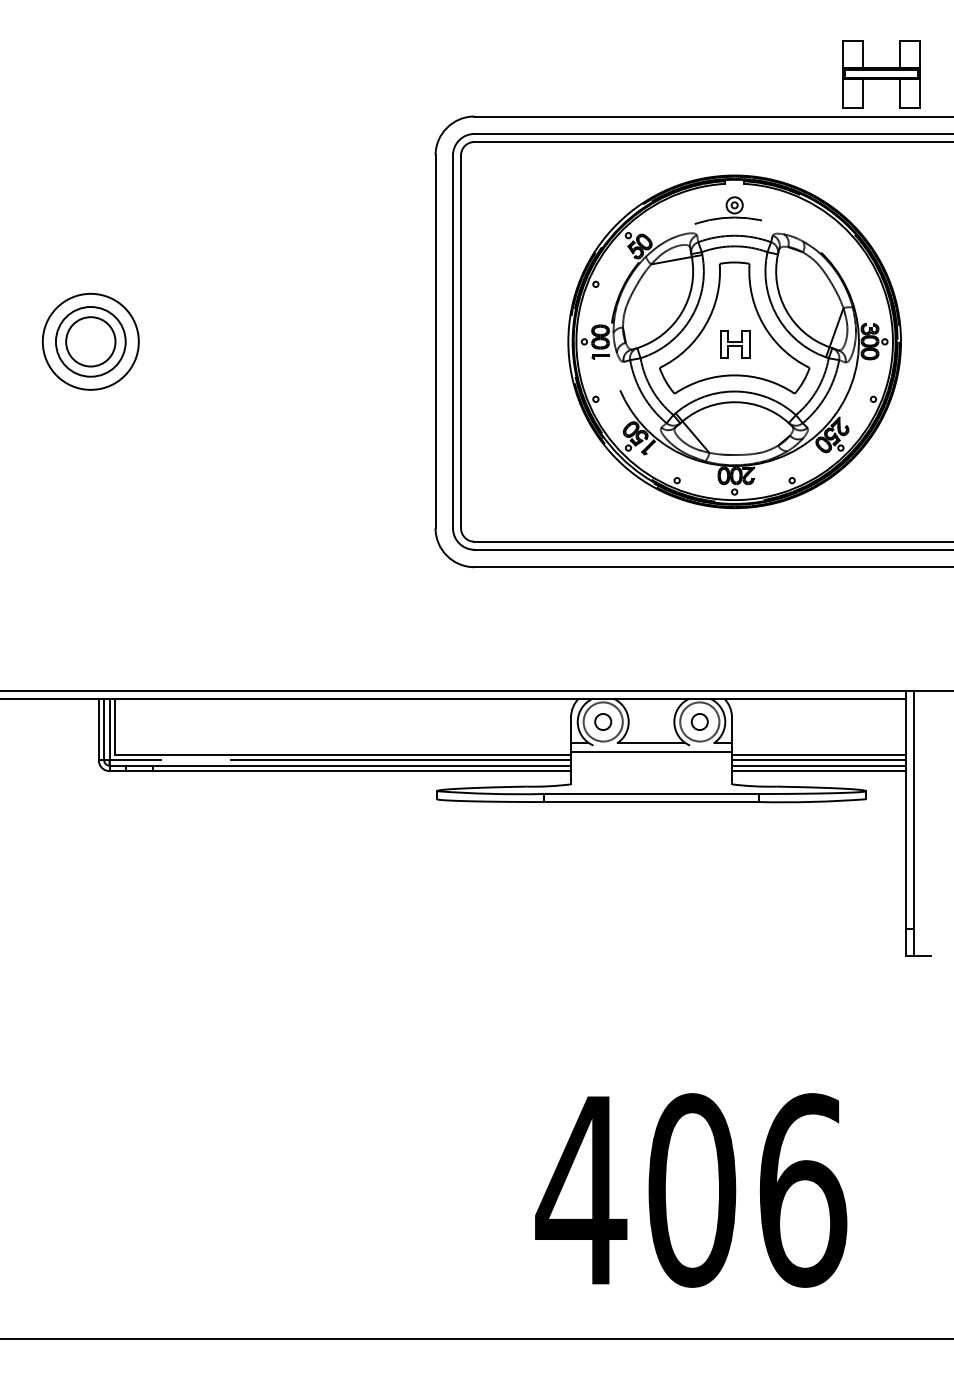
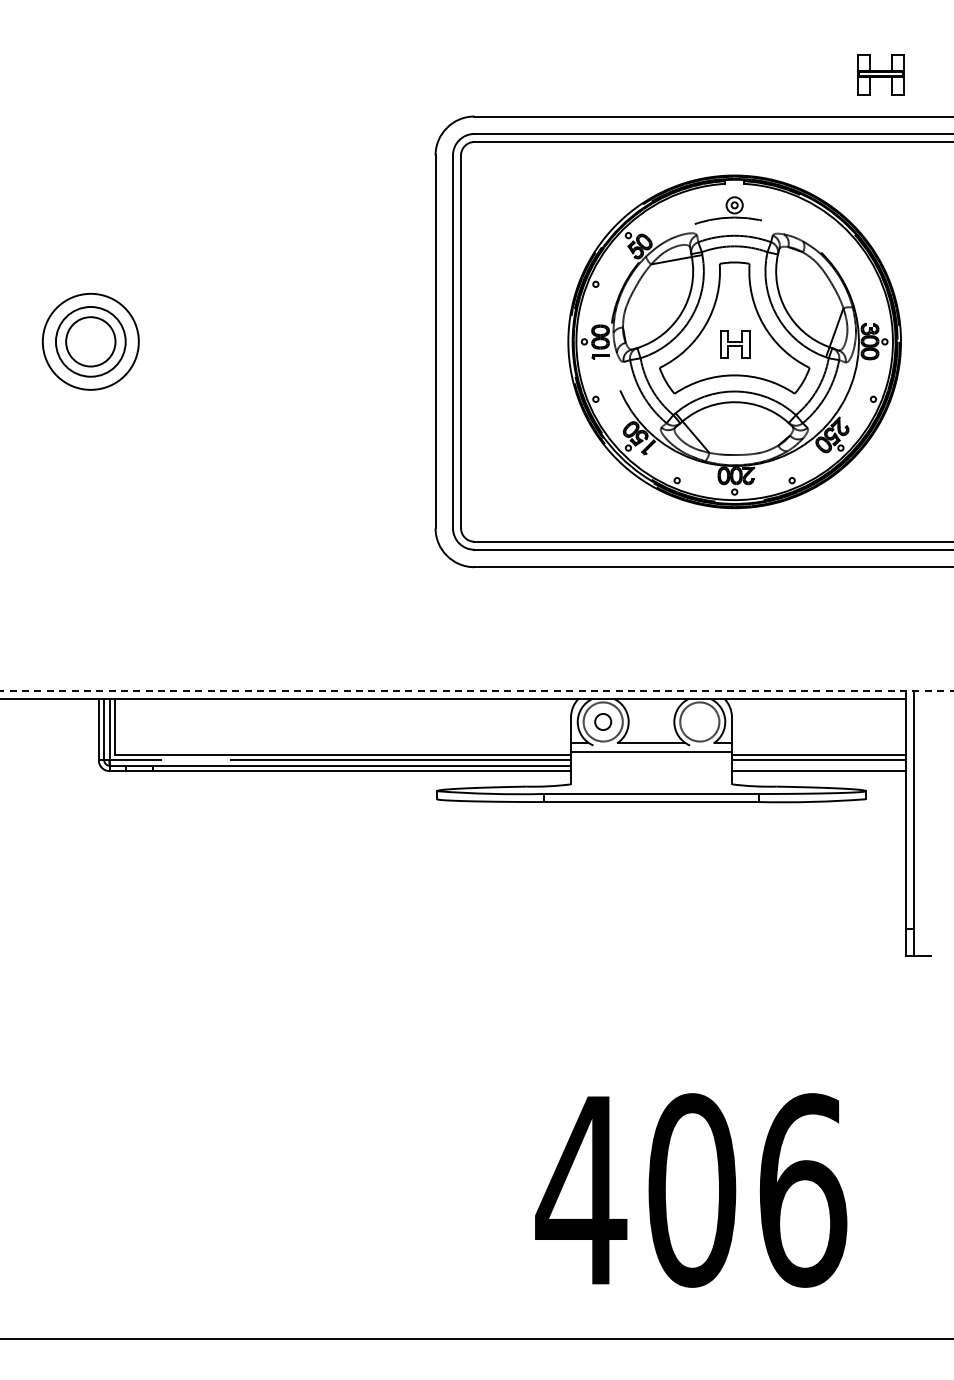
part at (881, 74) size: 79x69 px -> 48x42 px
line at (477, 690): solid -> dashed
circle at (699, 721): present -> none
line at (819, 765): present -> none
